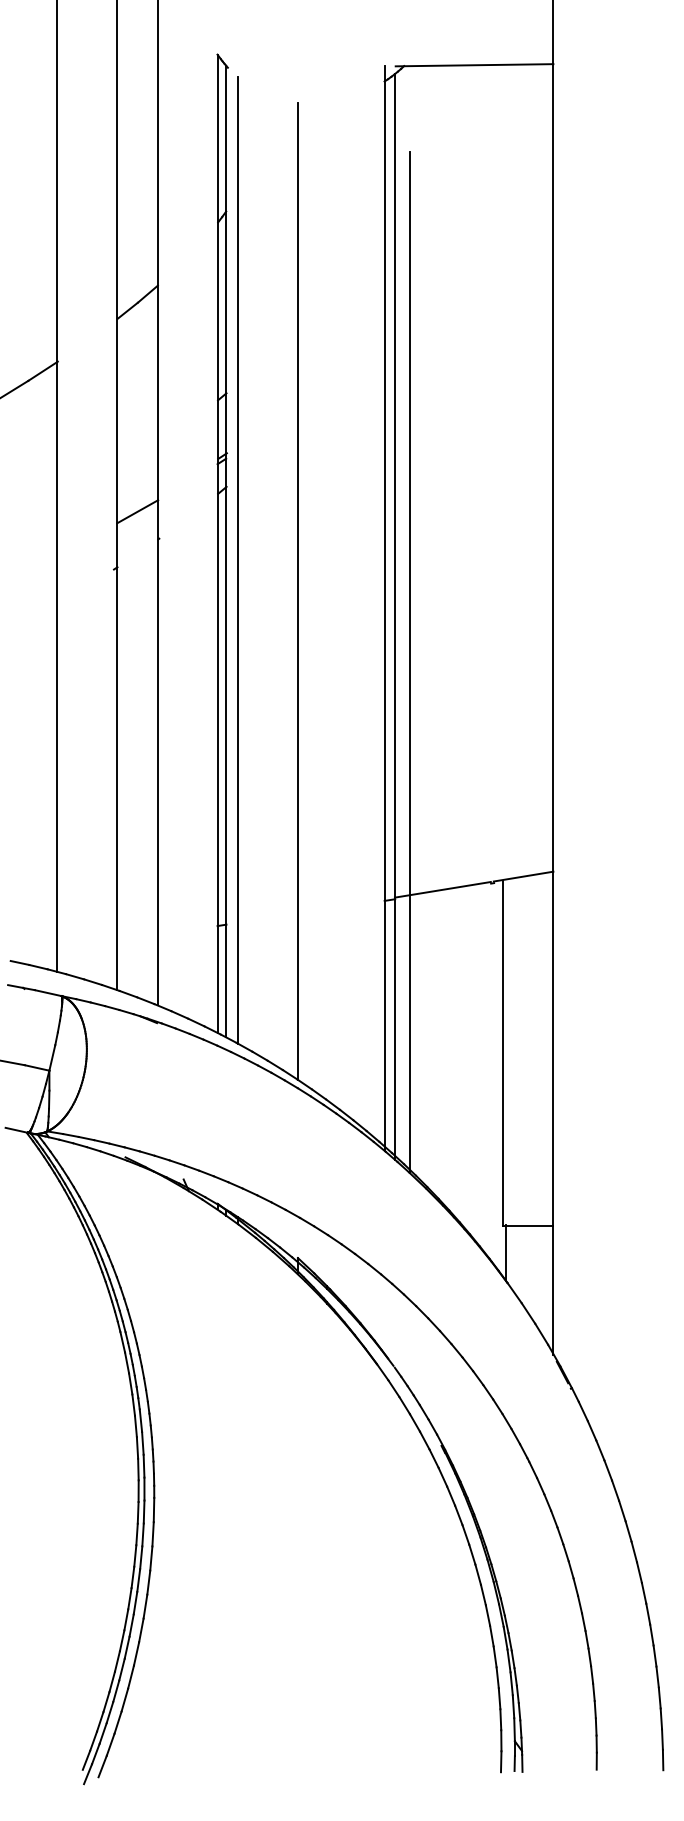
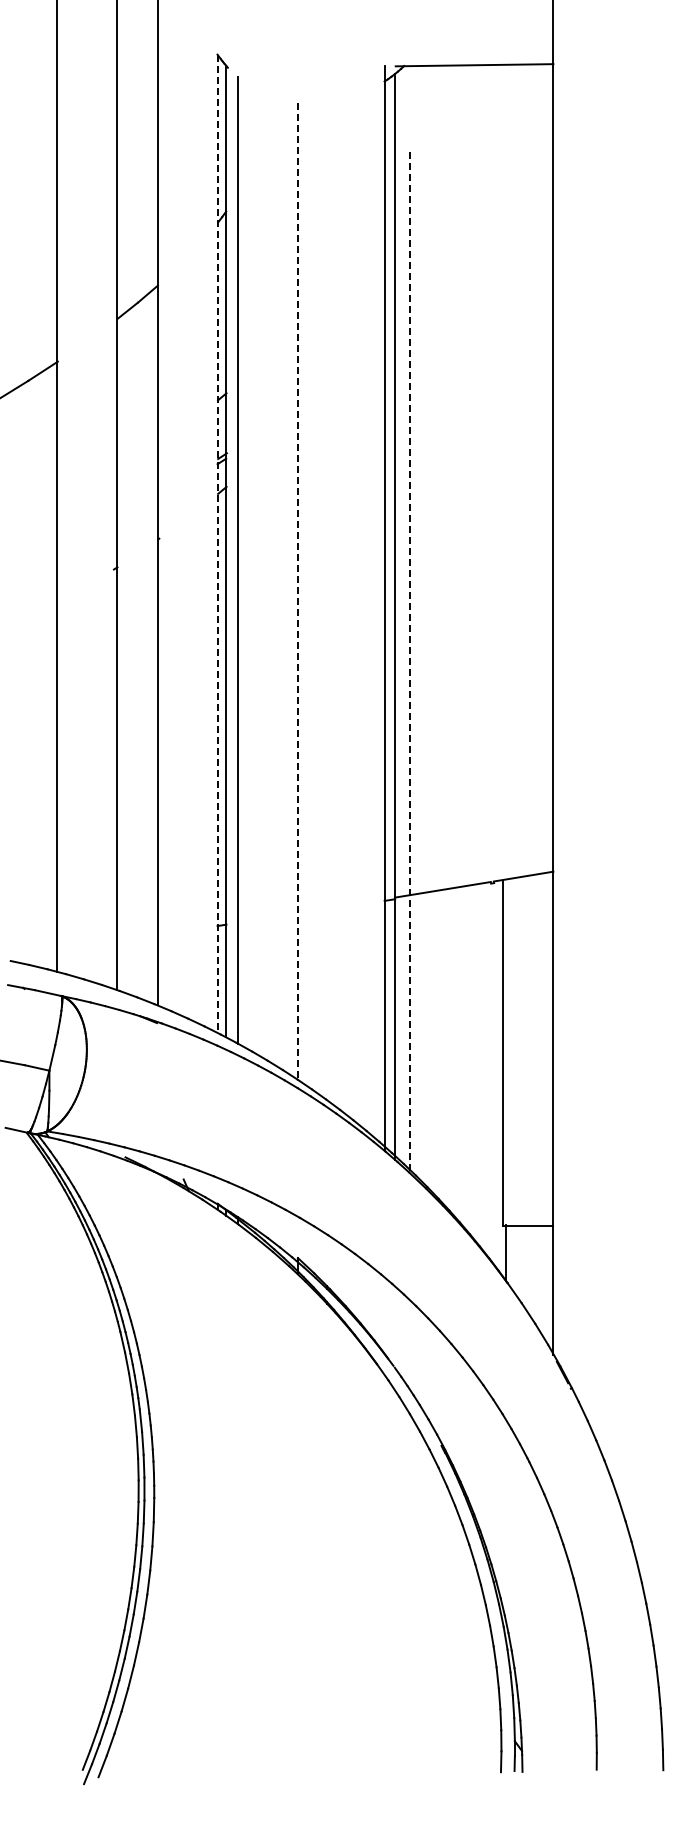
line at (137, 511): present -> none
line at (217, 544): solid -> dashed
line at (297, 591): solid -> dashed
line at (410, 662): solid -> dashed
